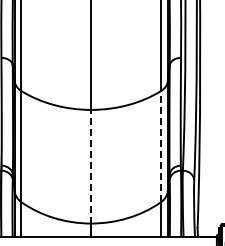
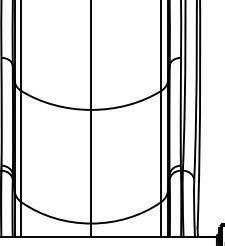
line at (160, 146): dashed -> solid
line at (91, 166): dashed -> solid
